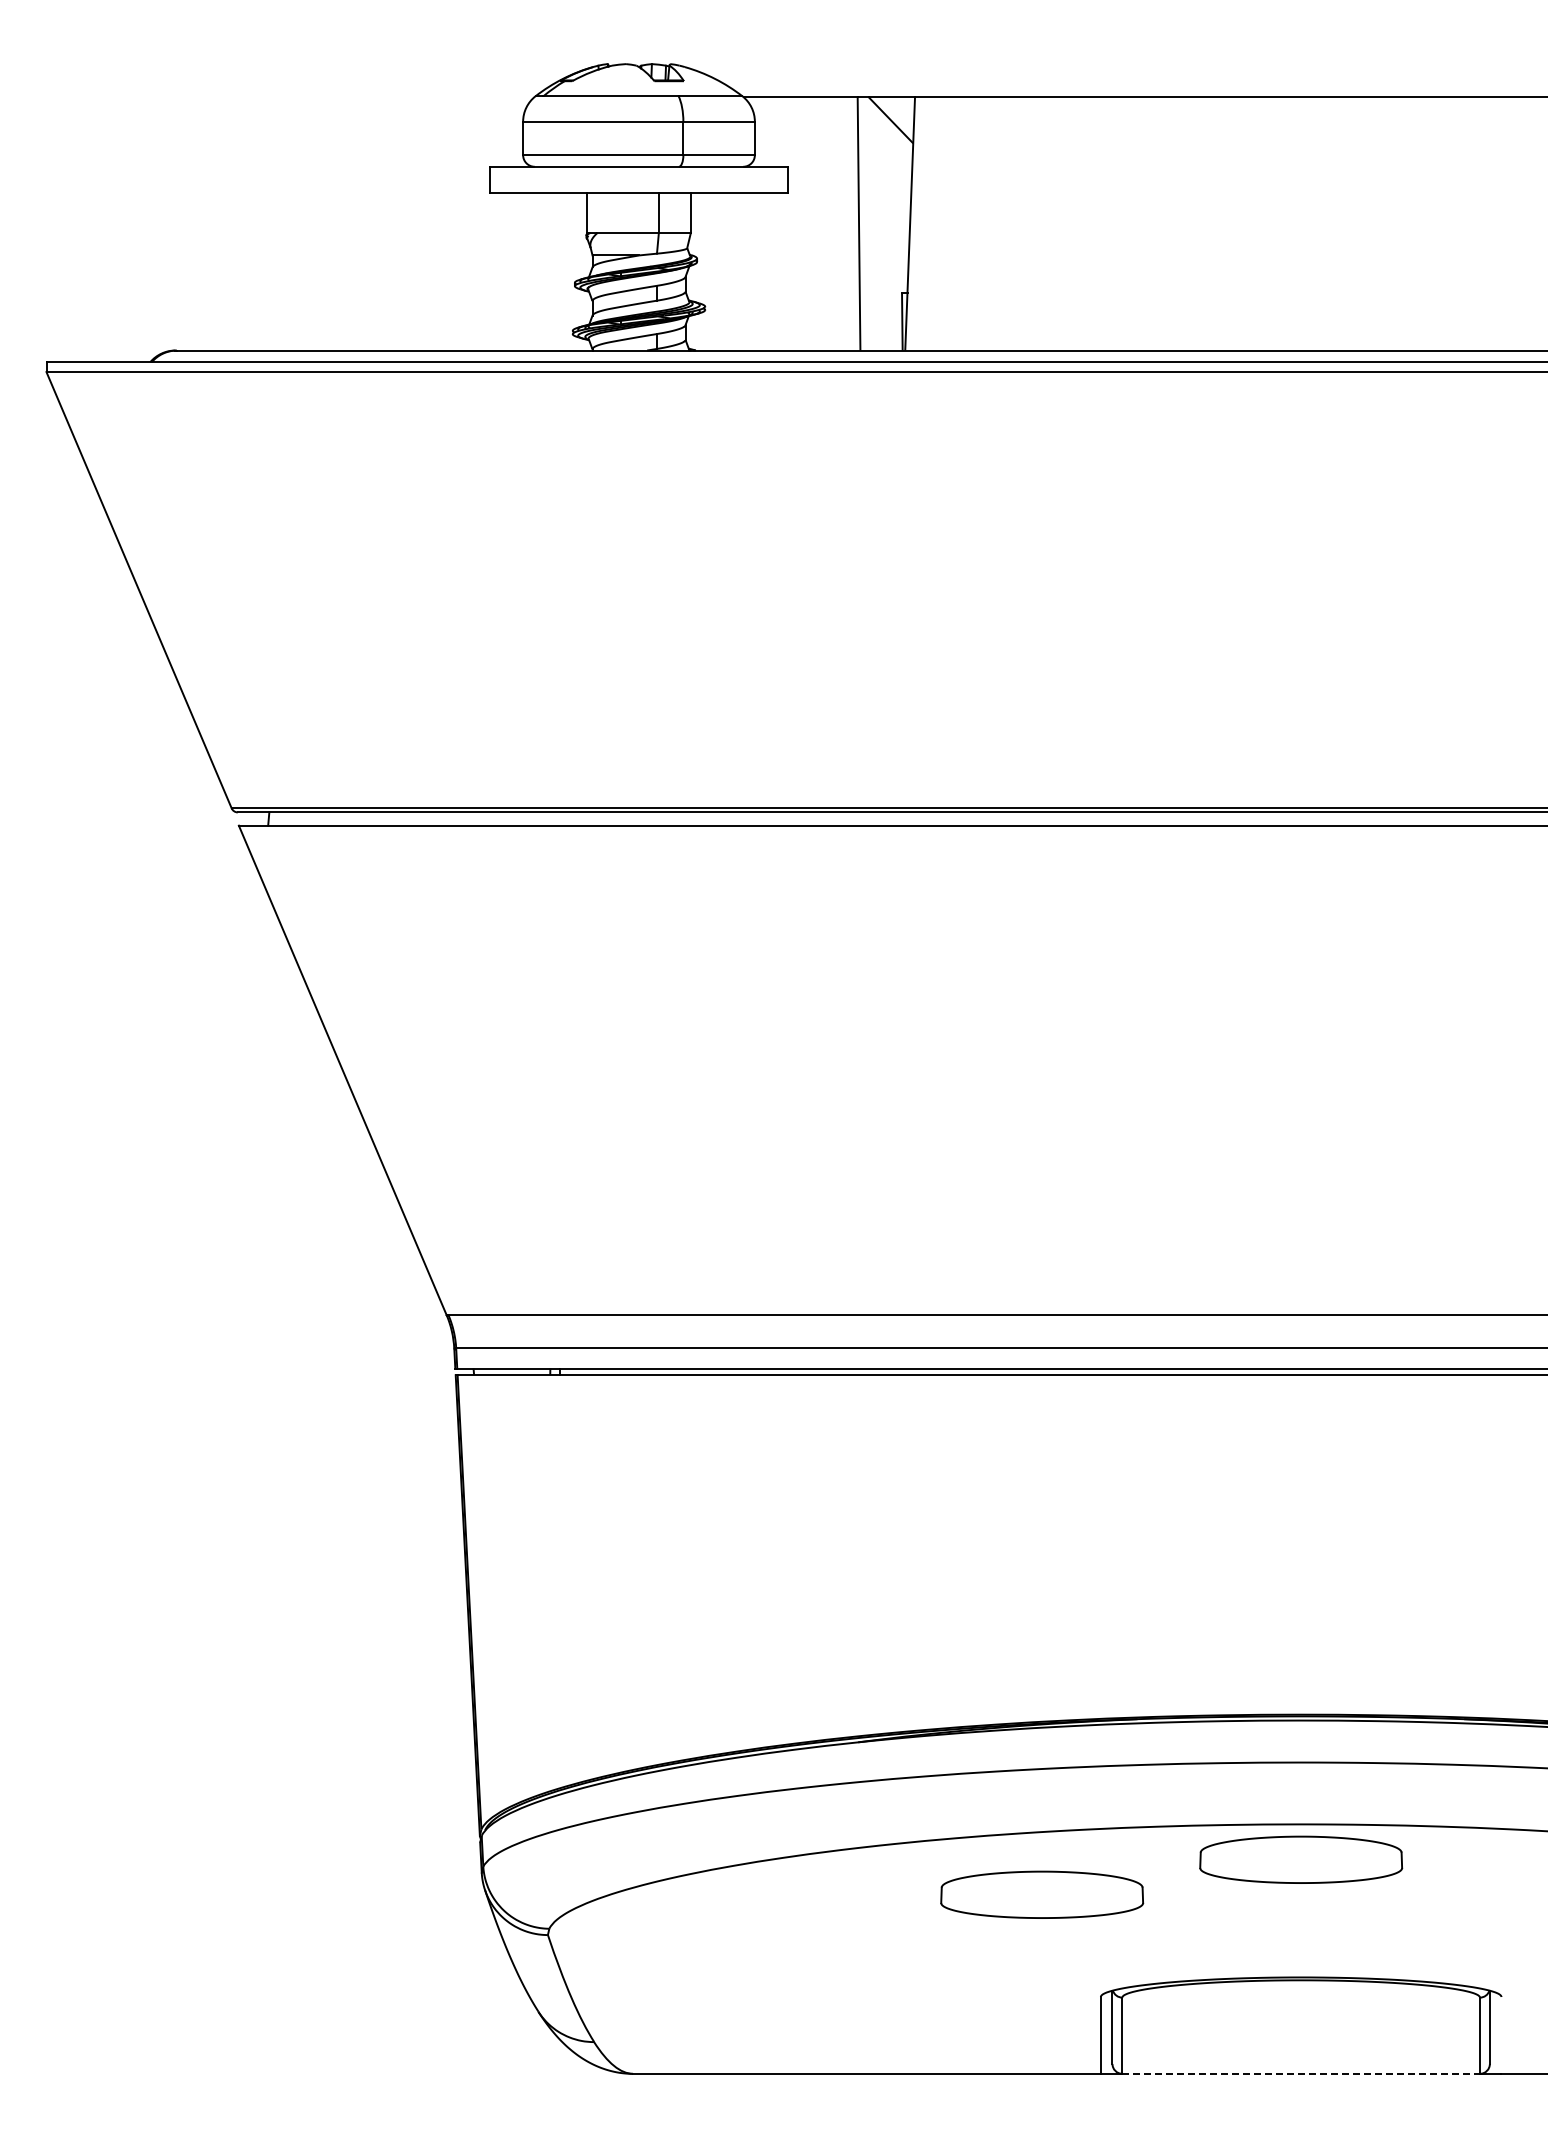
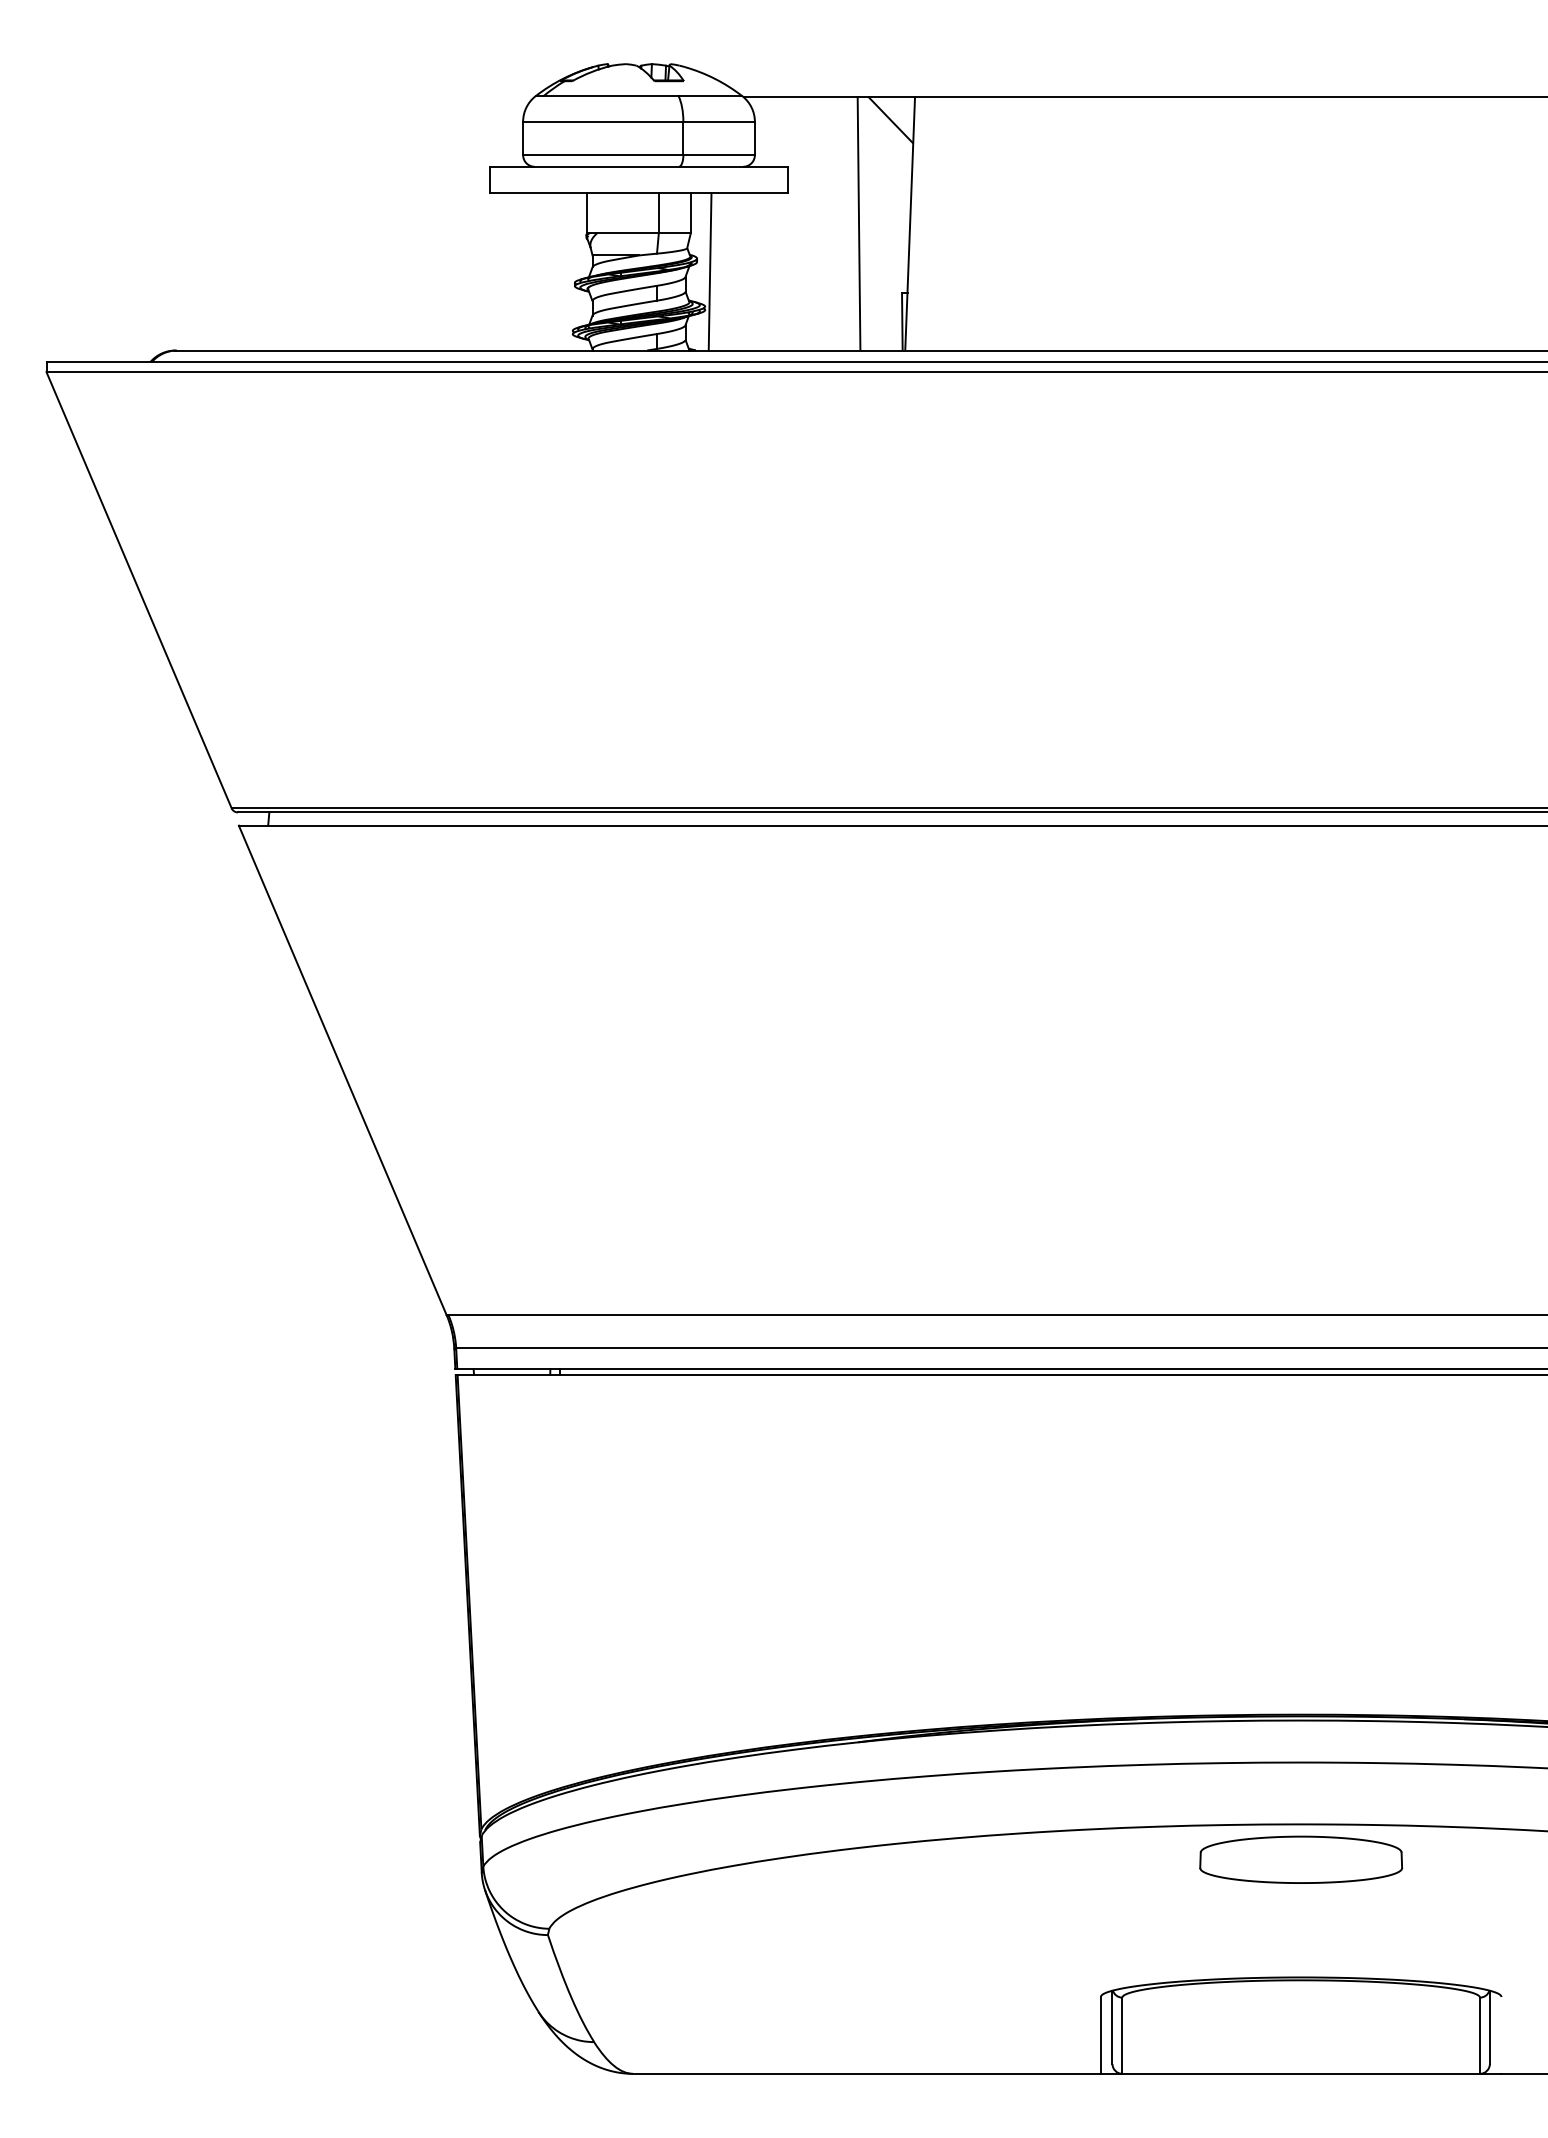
line at (709, 271): none -> present
part at (1042, 1894): present -> none
line at (1301, 2073): dashed -> solid
